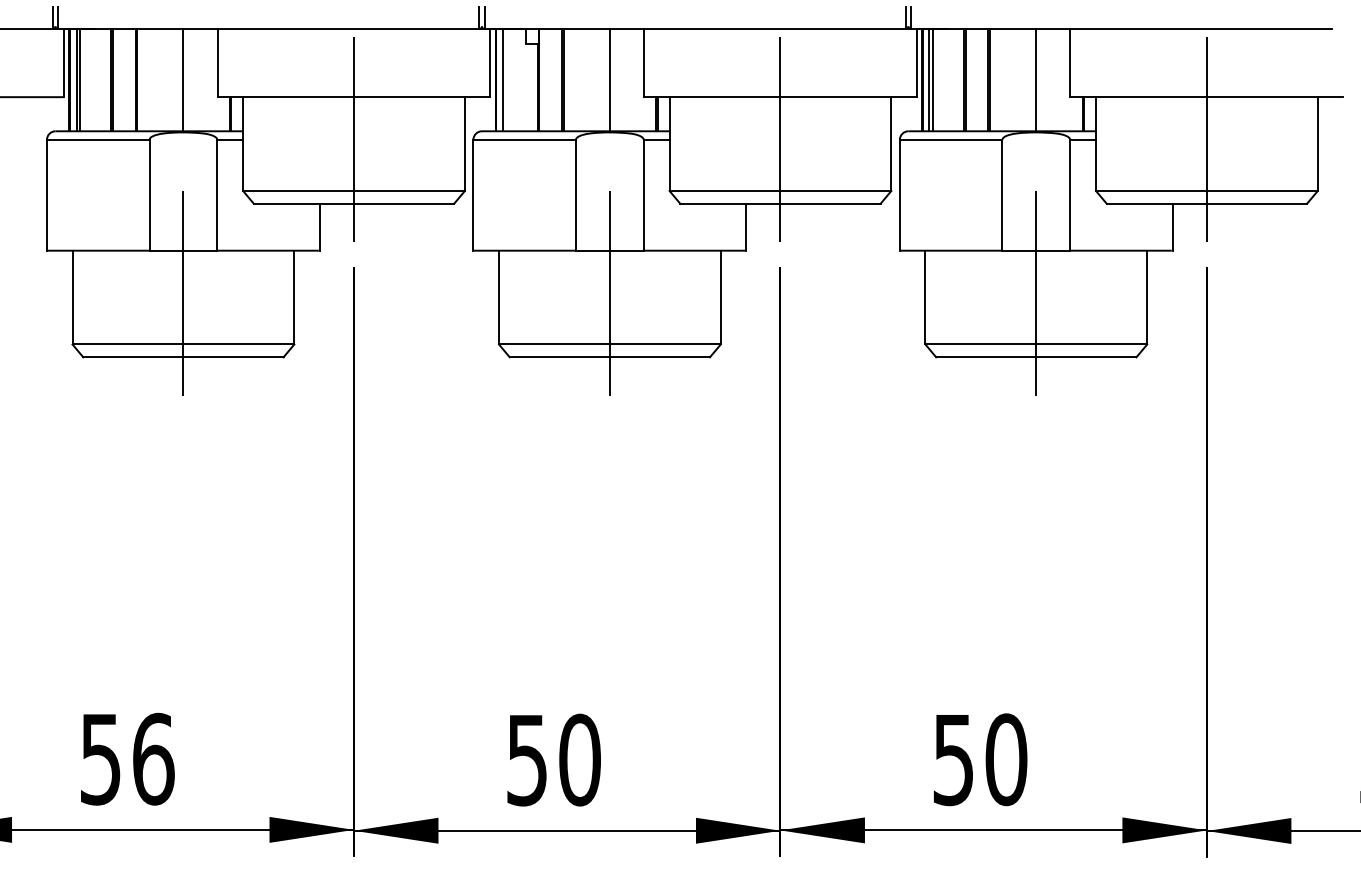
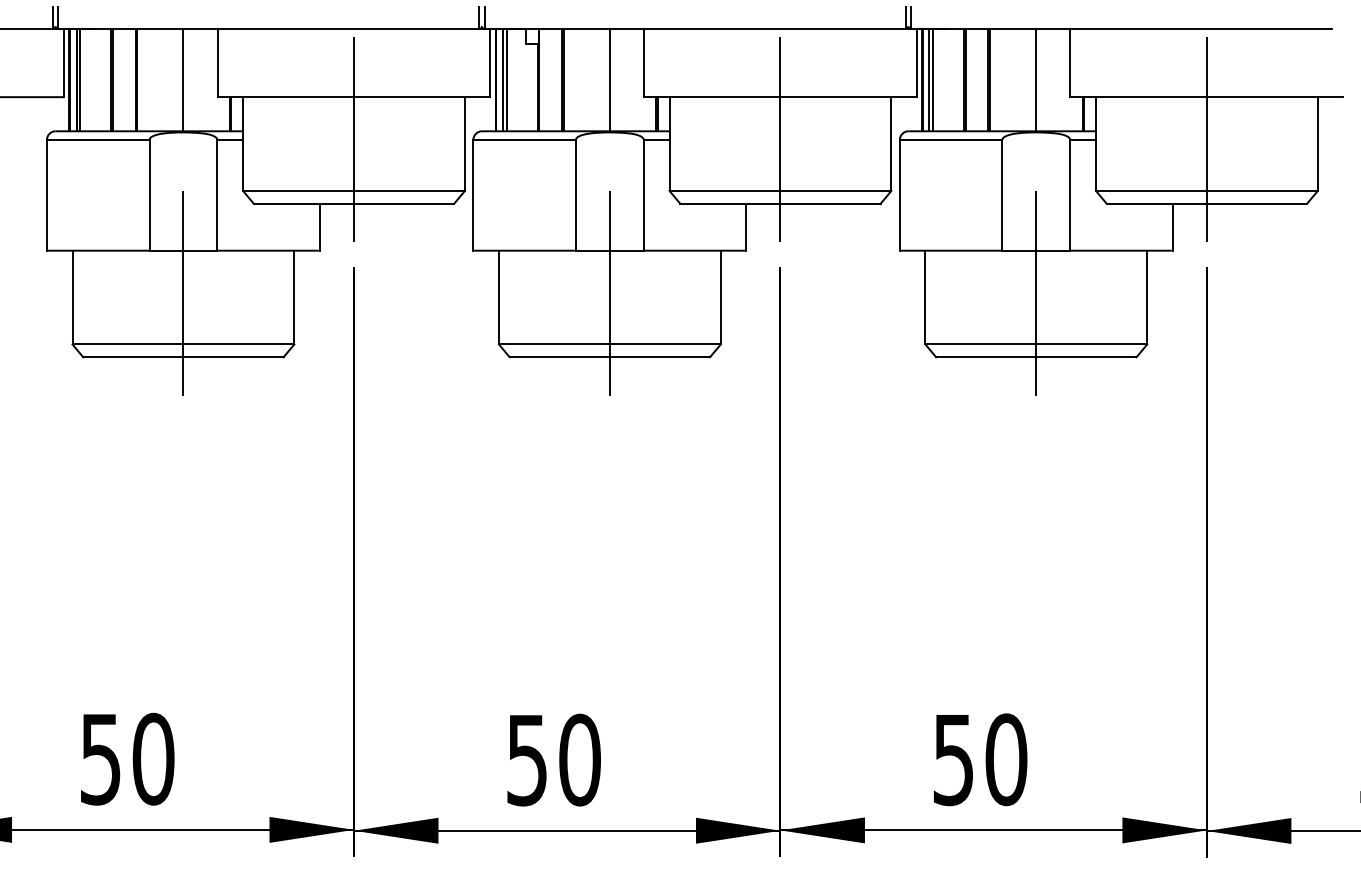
line at (506, 79): none -> present
text at (153, 758): 56 -> 50
